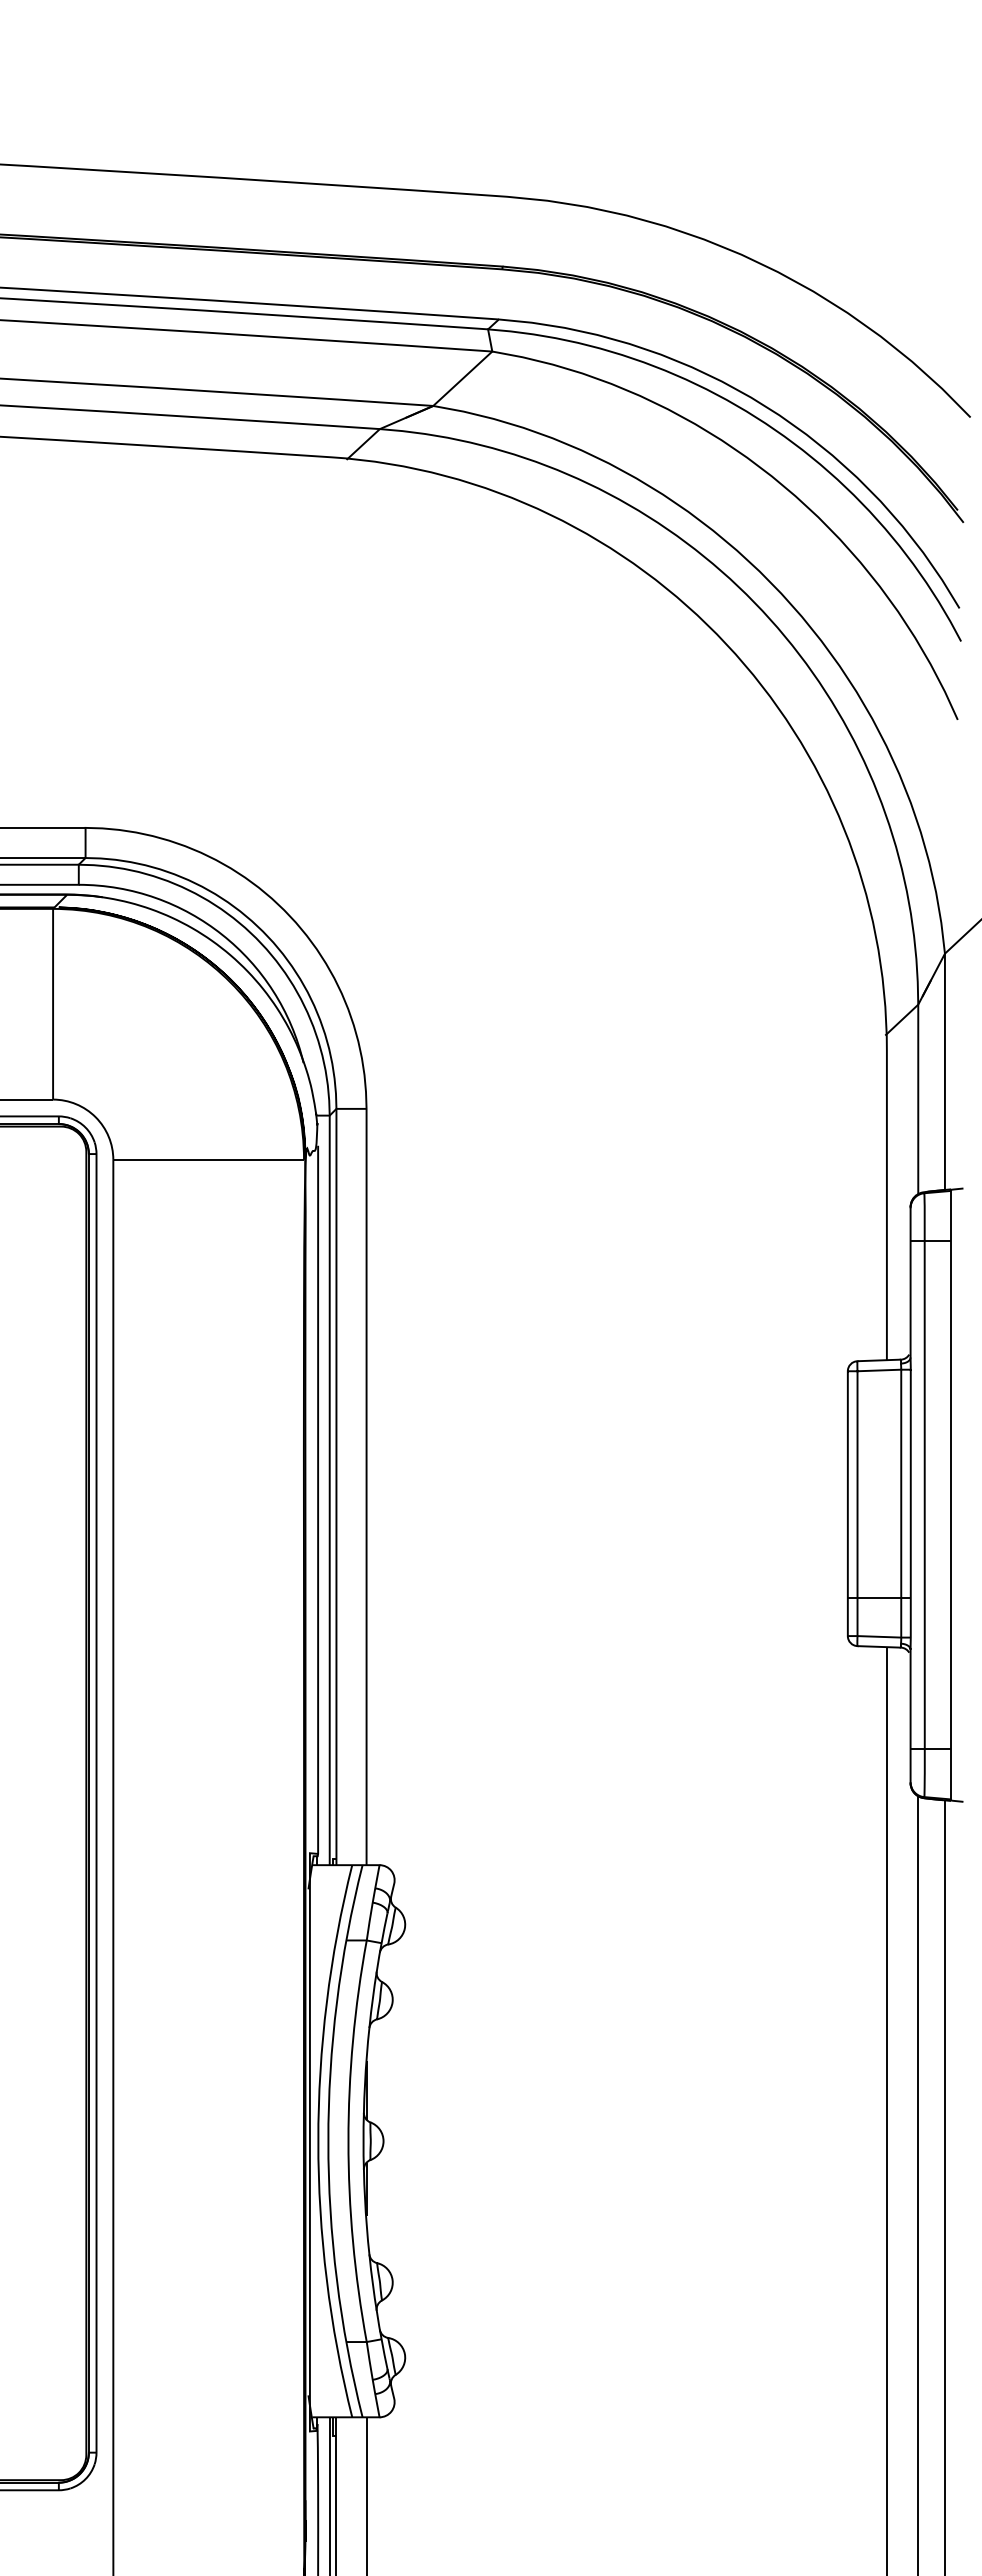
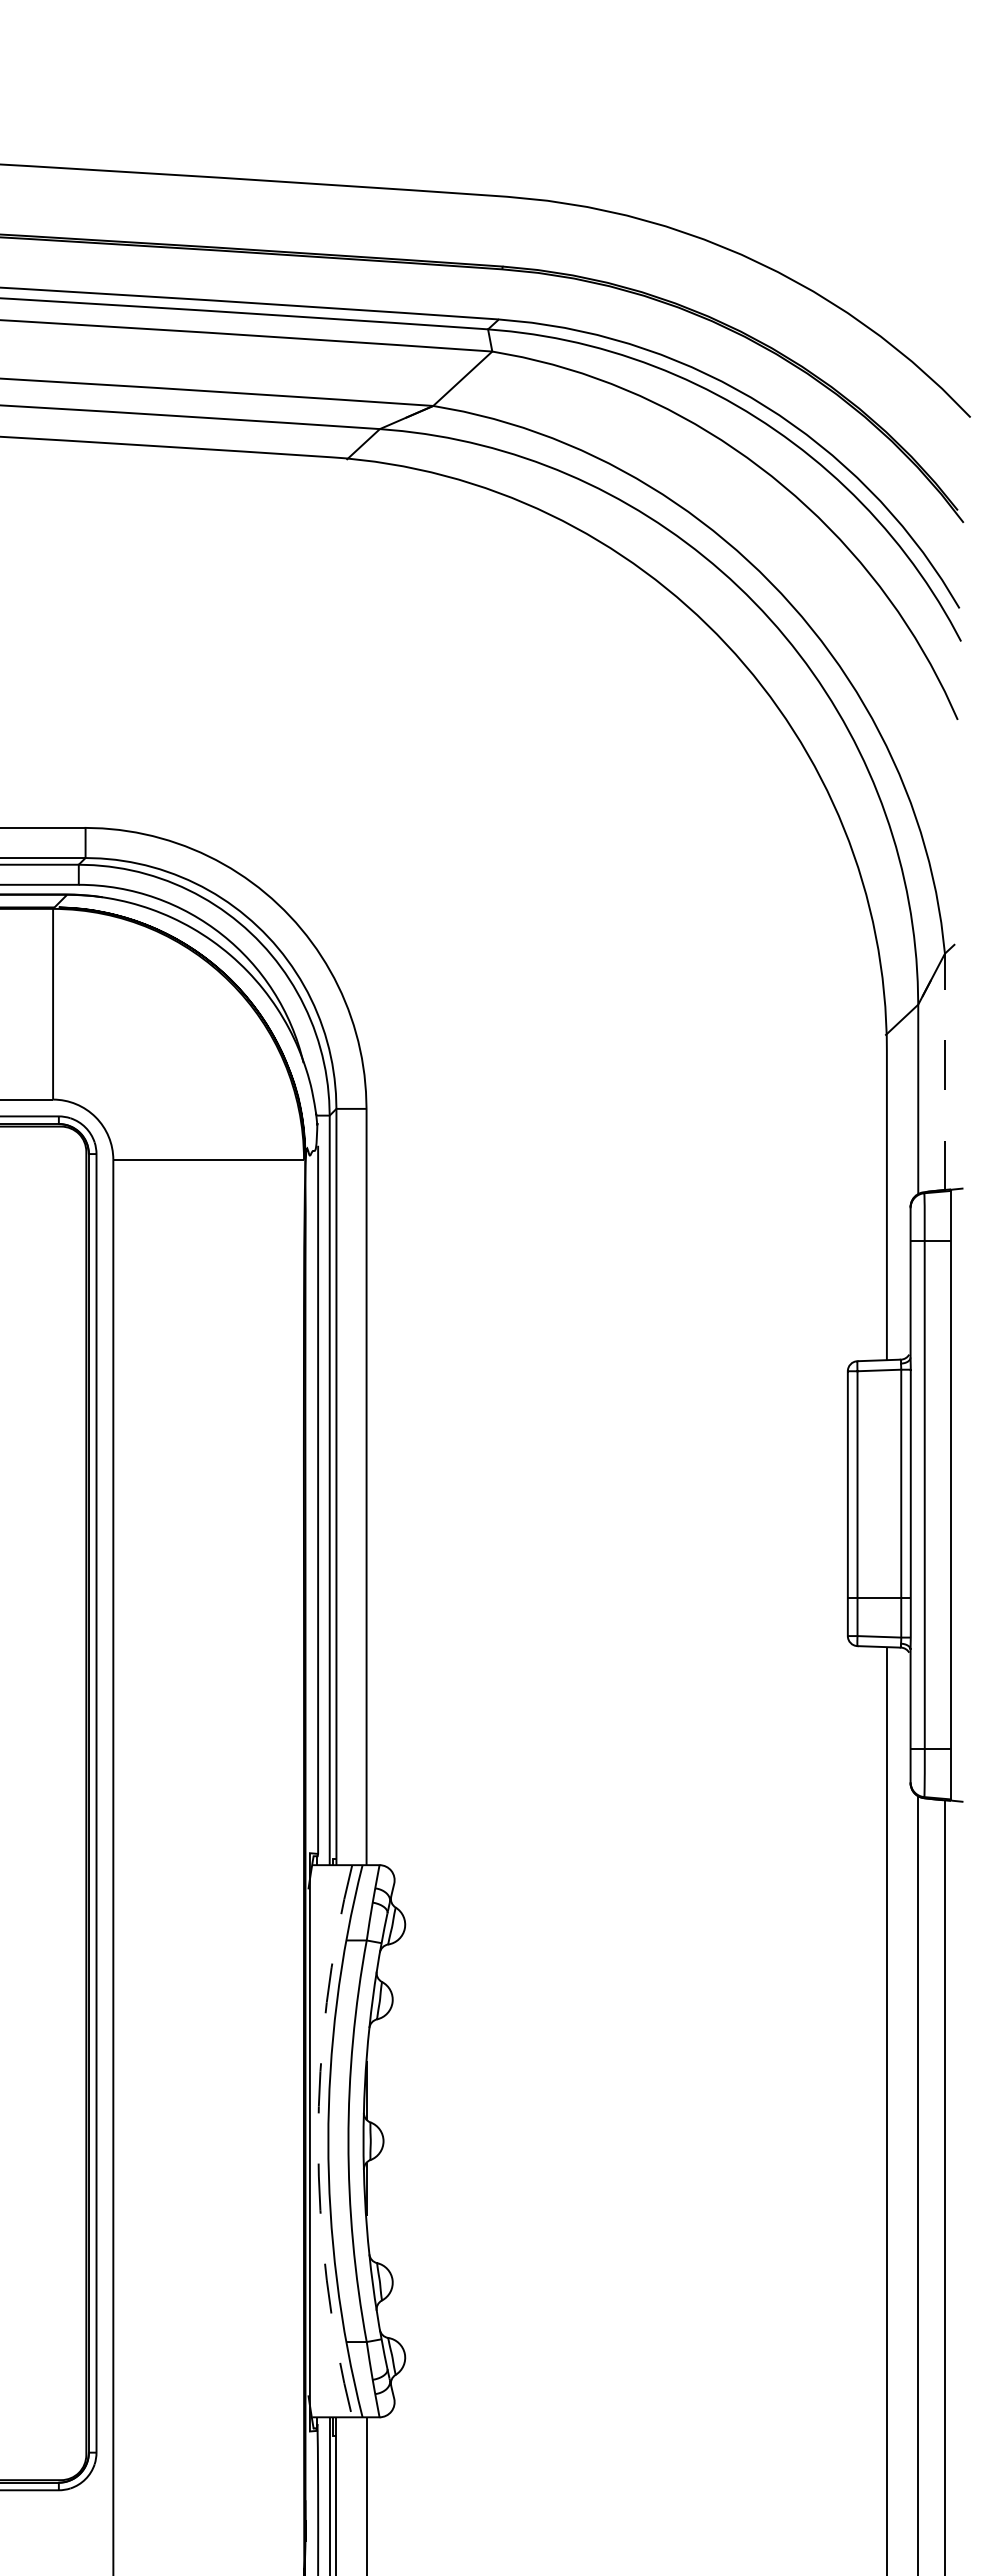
line at (944, 1046): solid -> dashed
line at (318, 2141): solid -> dashed
